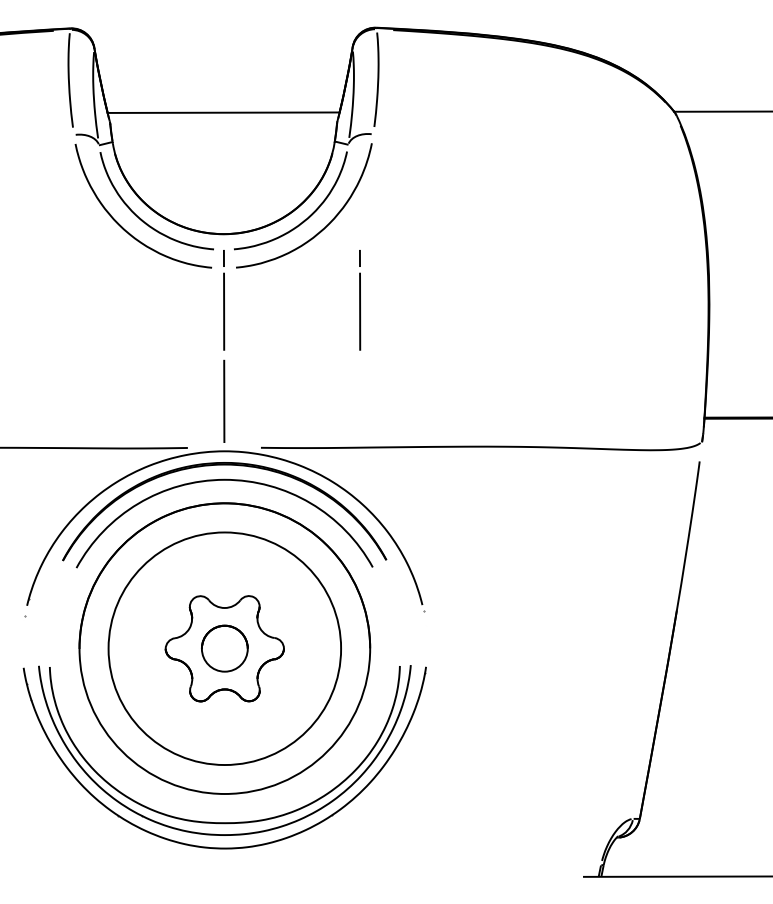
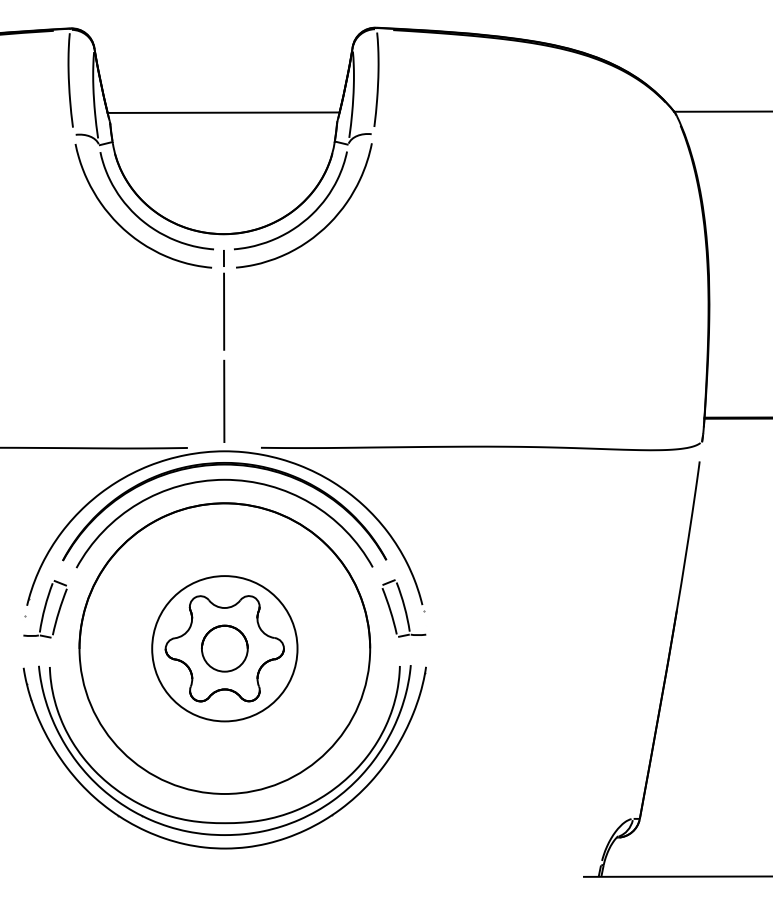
line at (360, 300): present -> none
part at (403, 608): none -> present
part at (45, 609): none -> present
circle at (224, 648) diameter: 233 px -> 145 px
